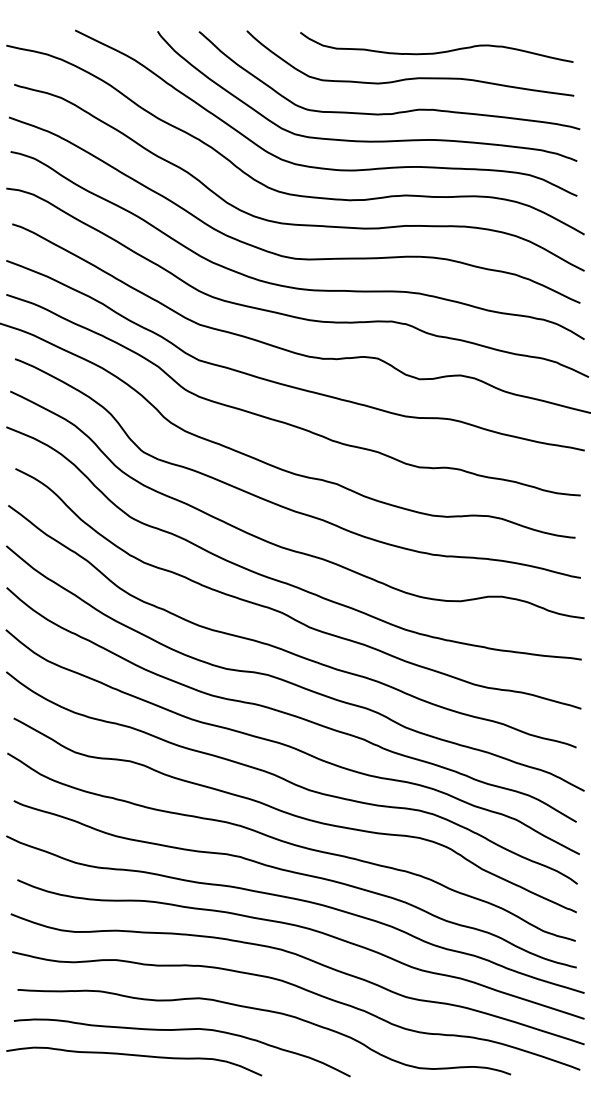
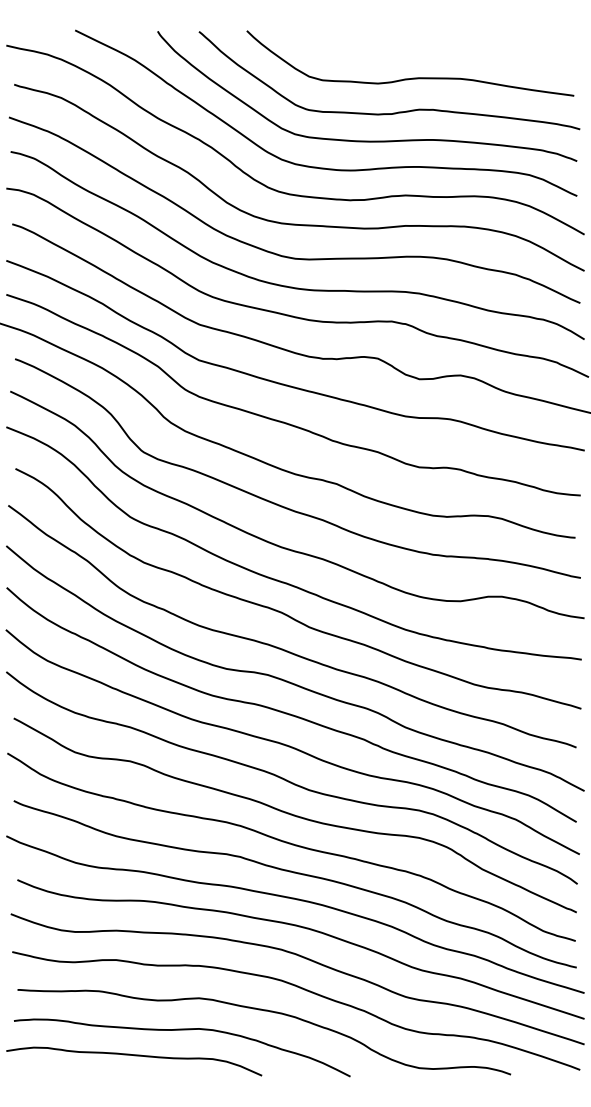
curve at (439, 51): present -> none
